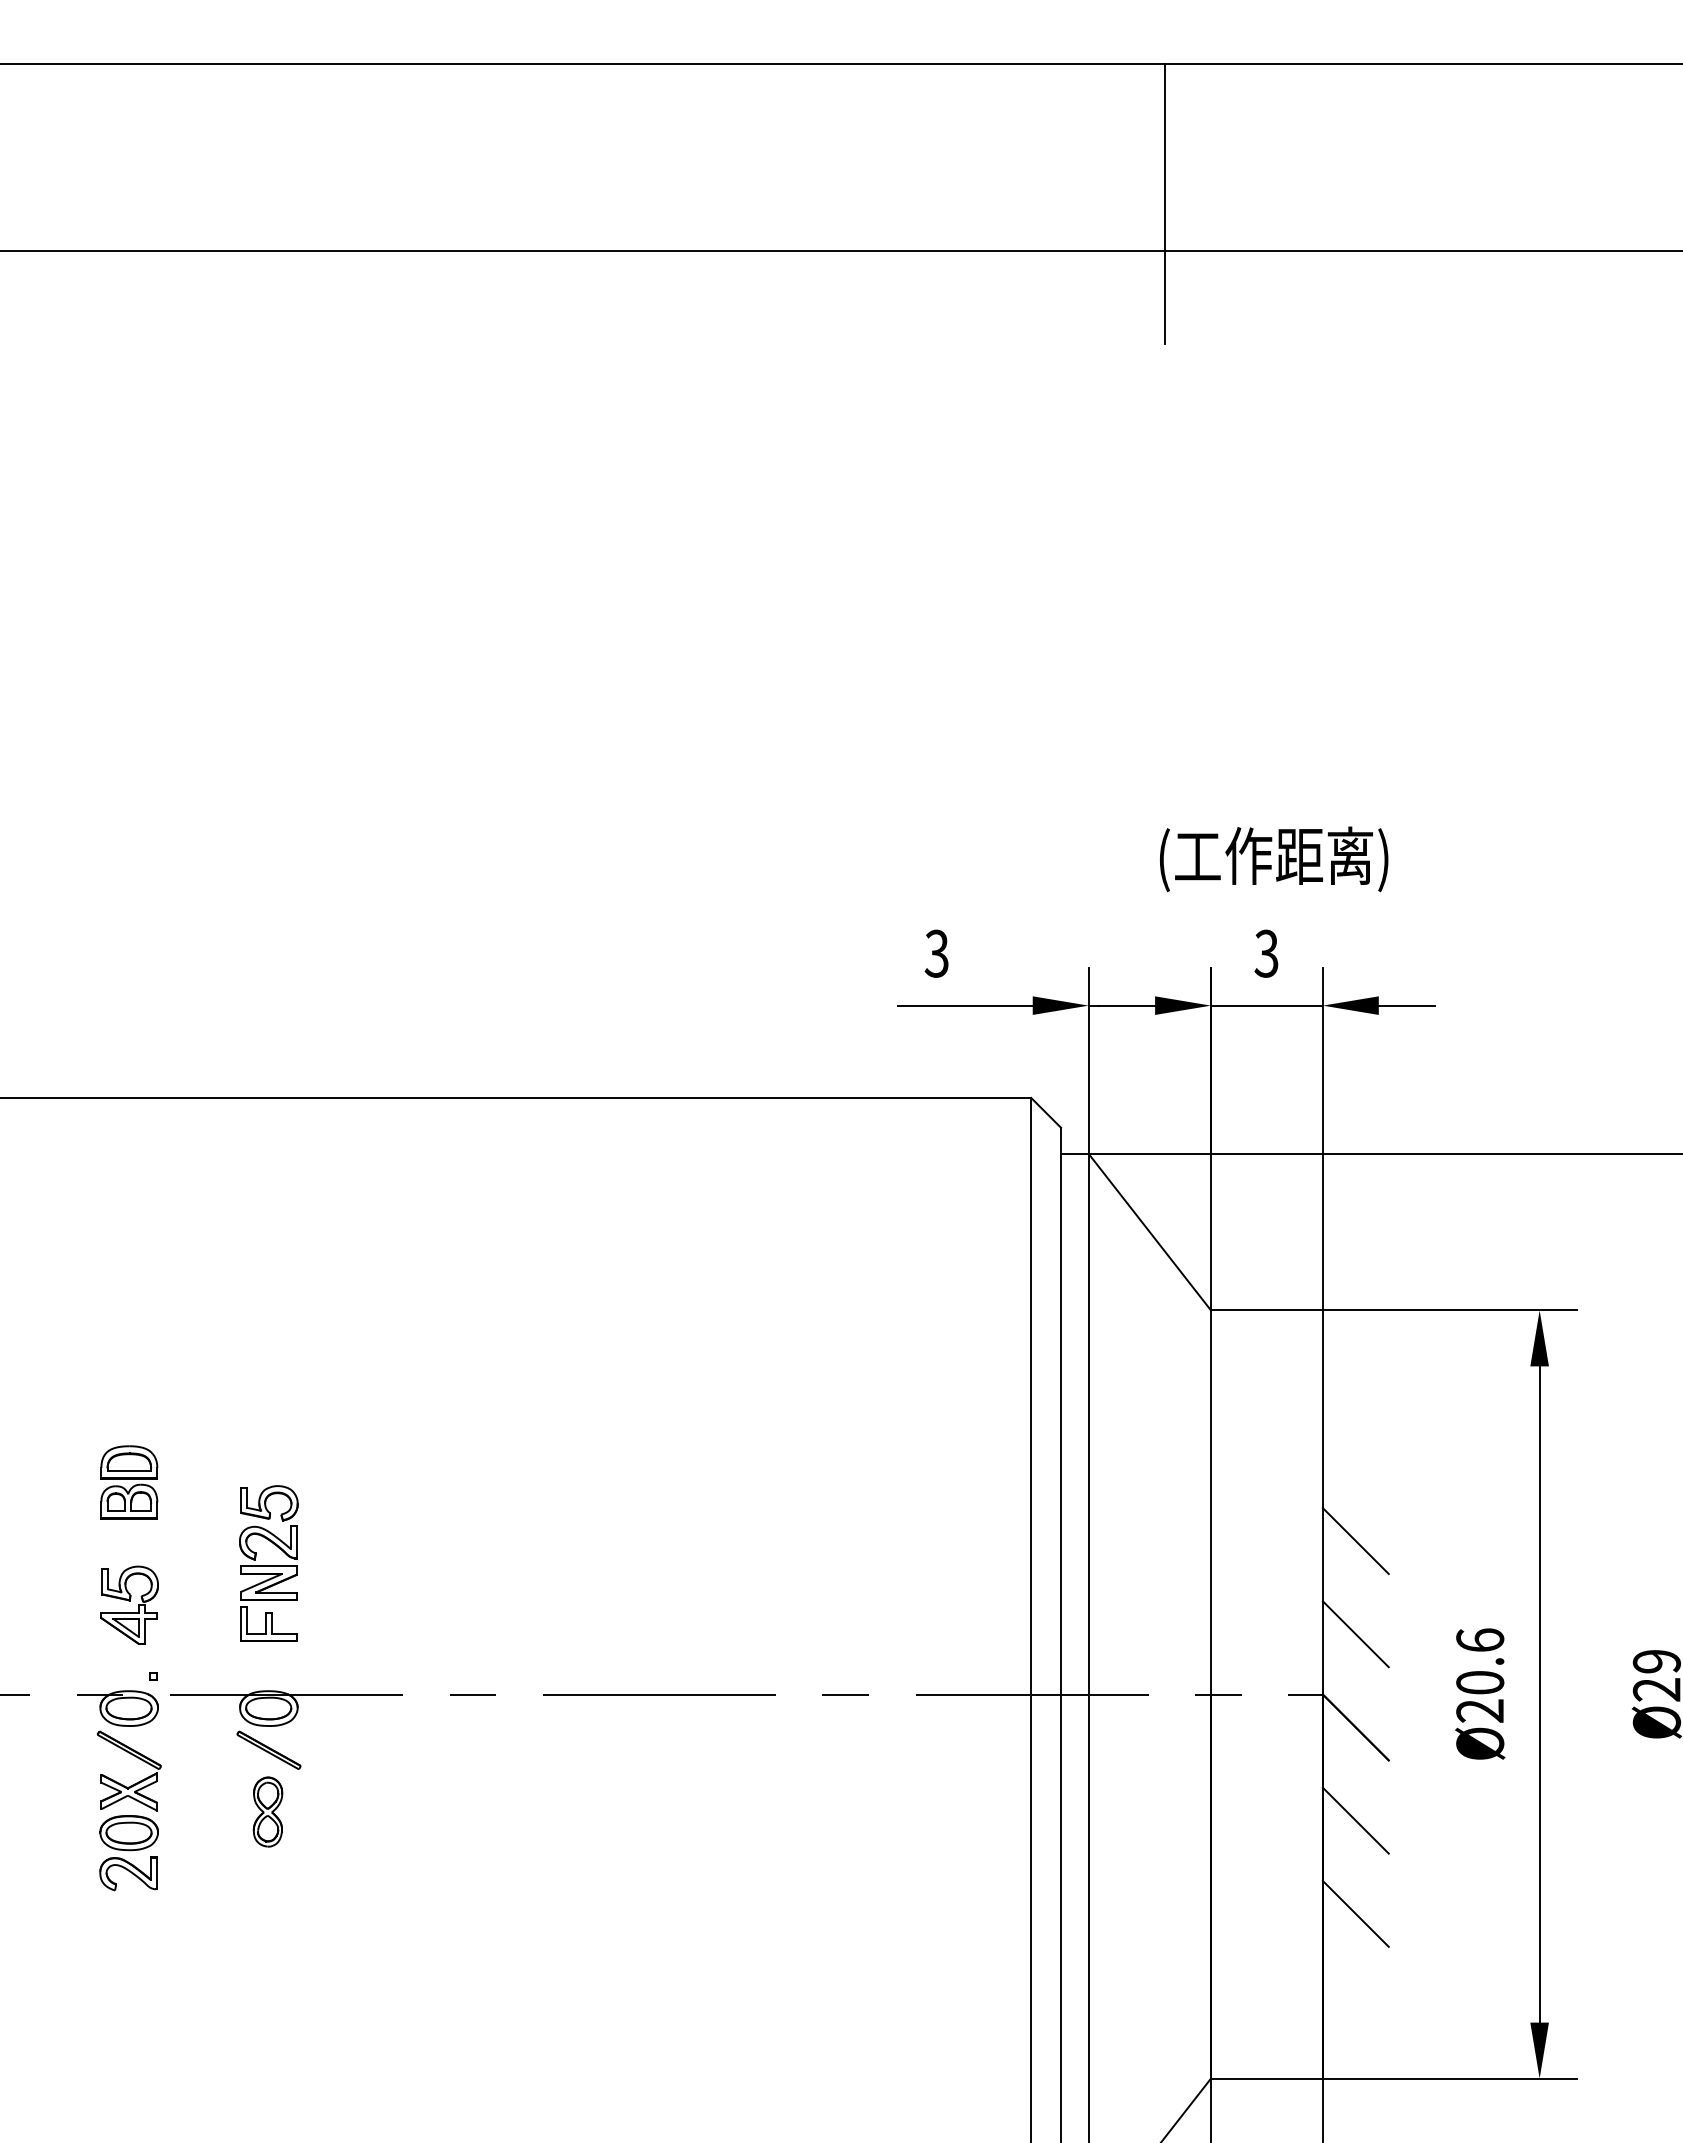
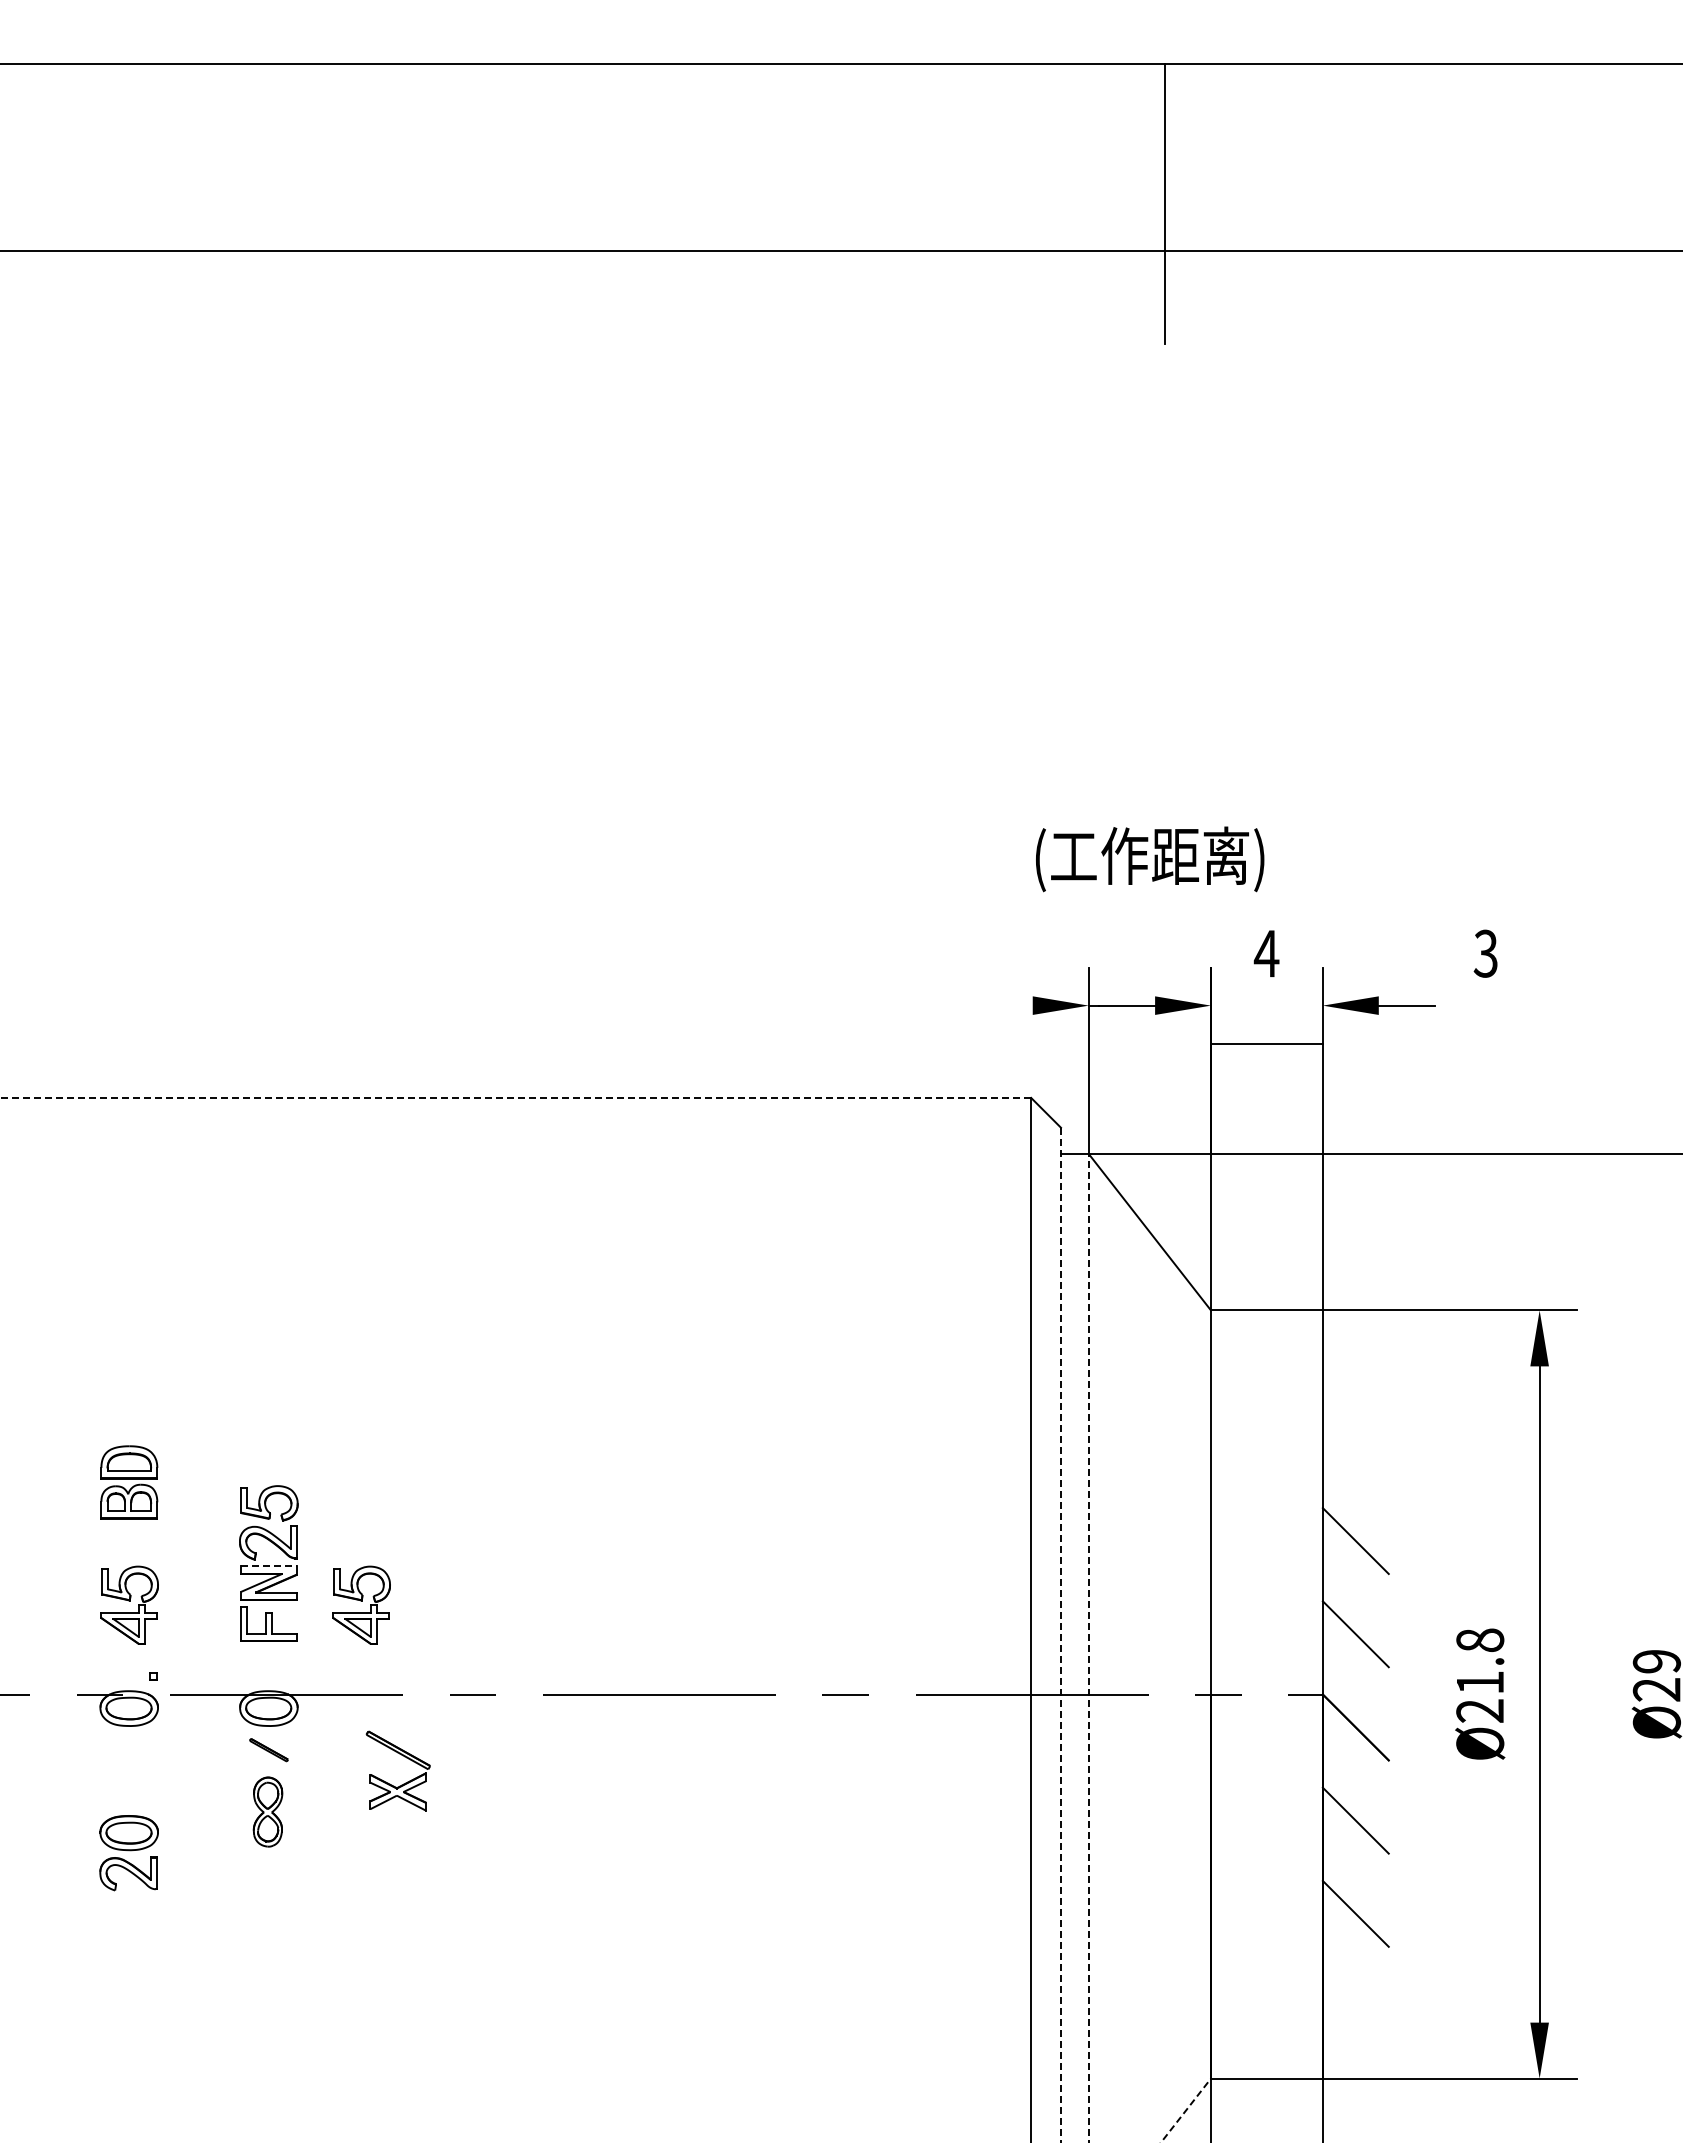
text at (1274, 859) position: (1274, 859) -> (1150, 859)
text at (936, 953) position: (936, 953) -> (1485, 953)
text at (1266, 953): 3 -> 4
line at (964, 1005): present -> none
line at (1266, 1005) position: (1266, 1005) -> (1266, 1043)
line at (515, 1097): solid -> dashed
line at (269, 1566): solid -> dashed
part at (361, 1604): none -> present
line at (1061, 1635): solid -> dashed
line at (1088, 1647): solid -> dashed
text at (1480, 1661): Ø20.6 -> Ø21.8
part at (268, 1749) size: 66x40 px -> 40x25 px
part at (134, 1783) position: (134, 1783) -> (403, 1783)
line at (1186, 2110): solid -> dashed
